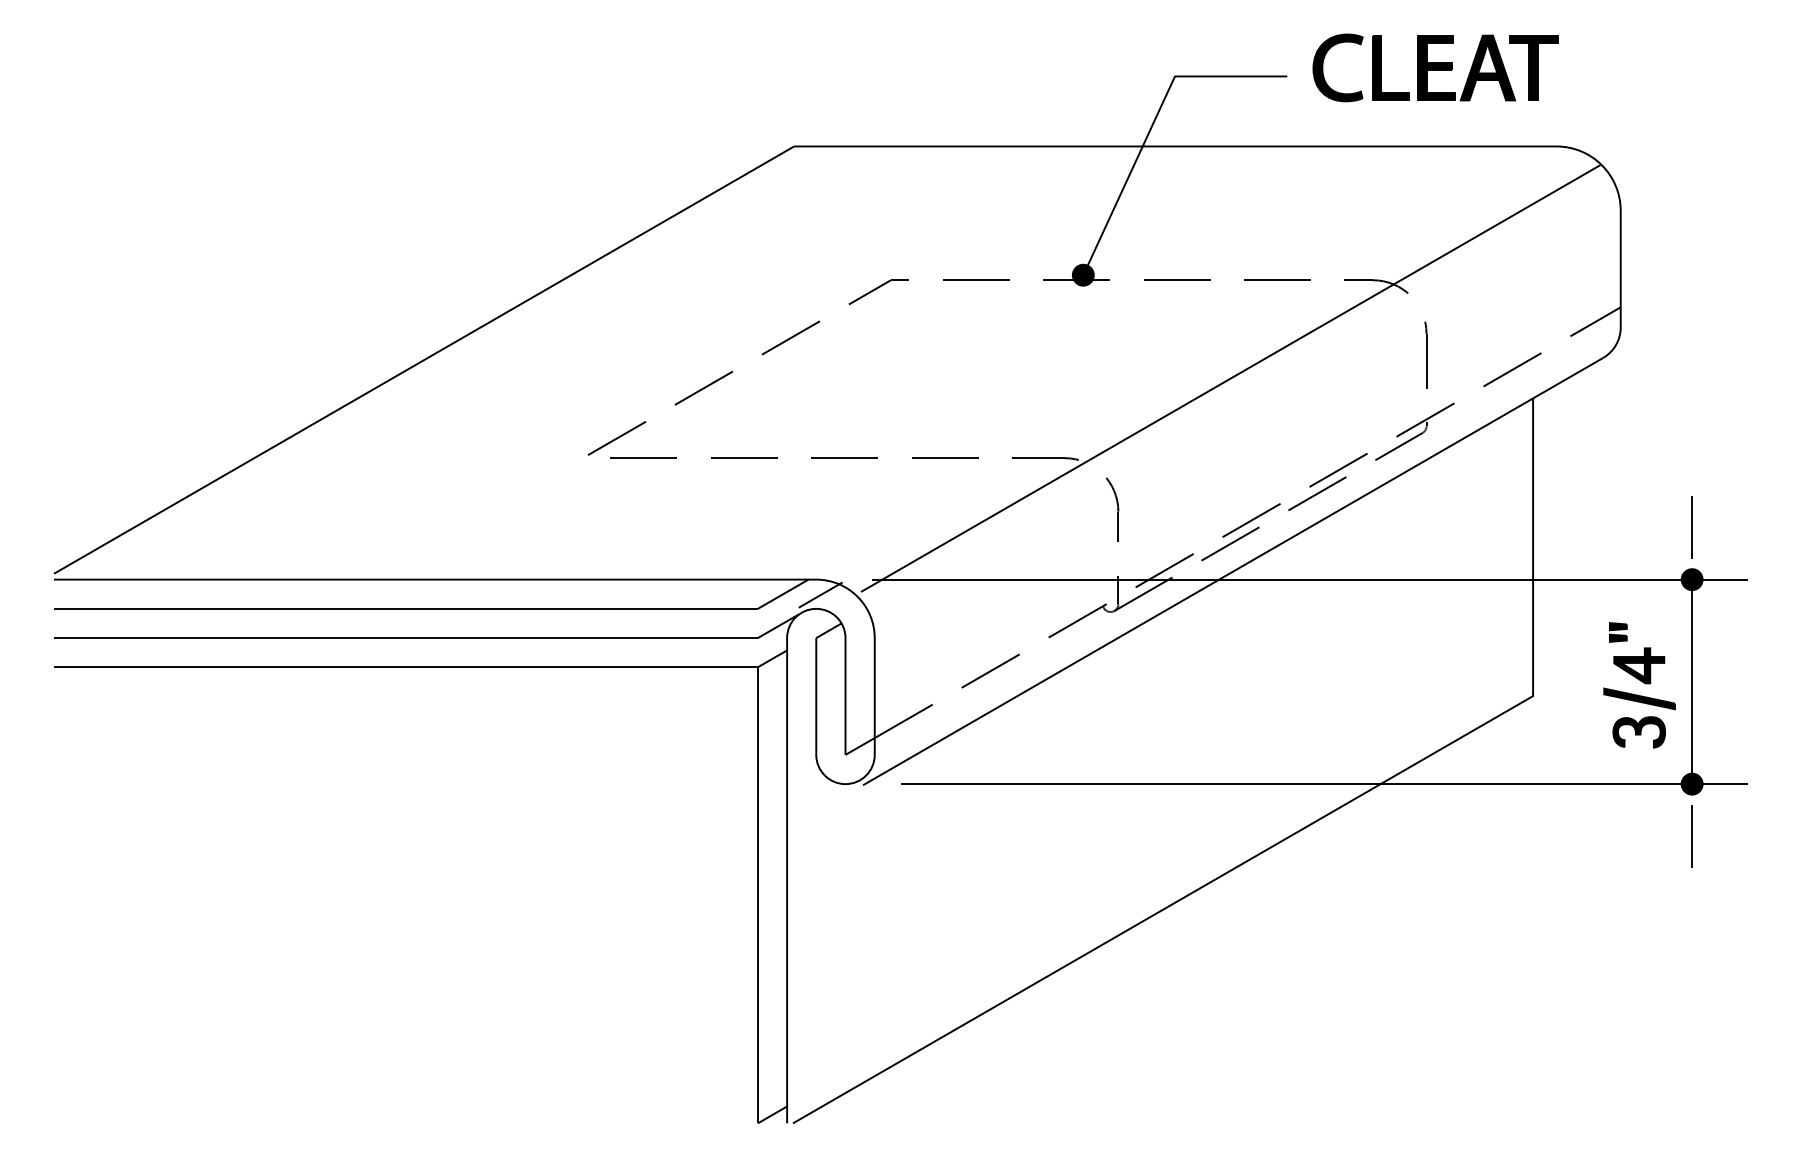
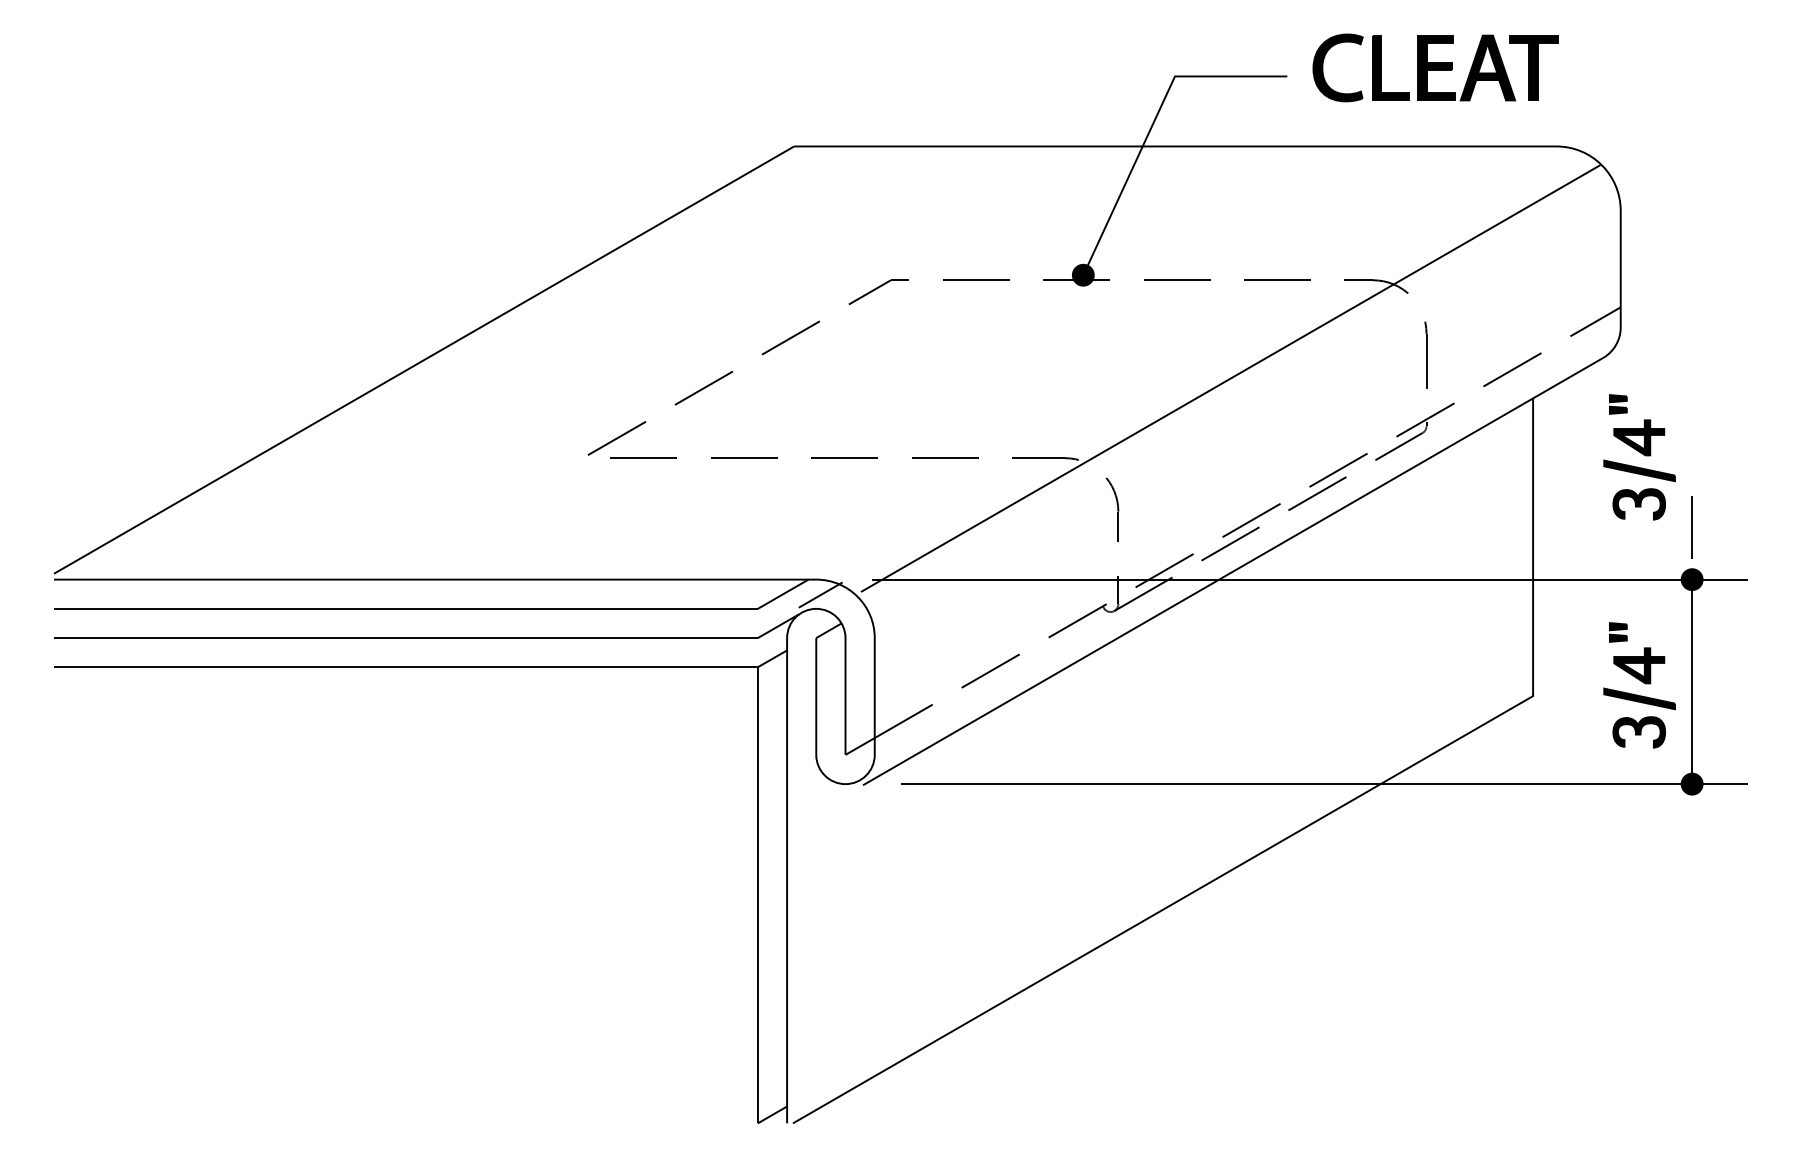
part at (1639, 457): none -> present
line at (1691, 836): present -> none
